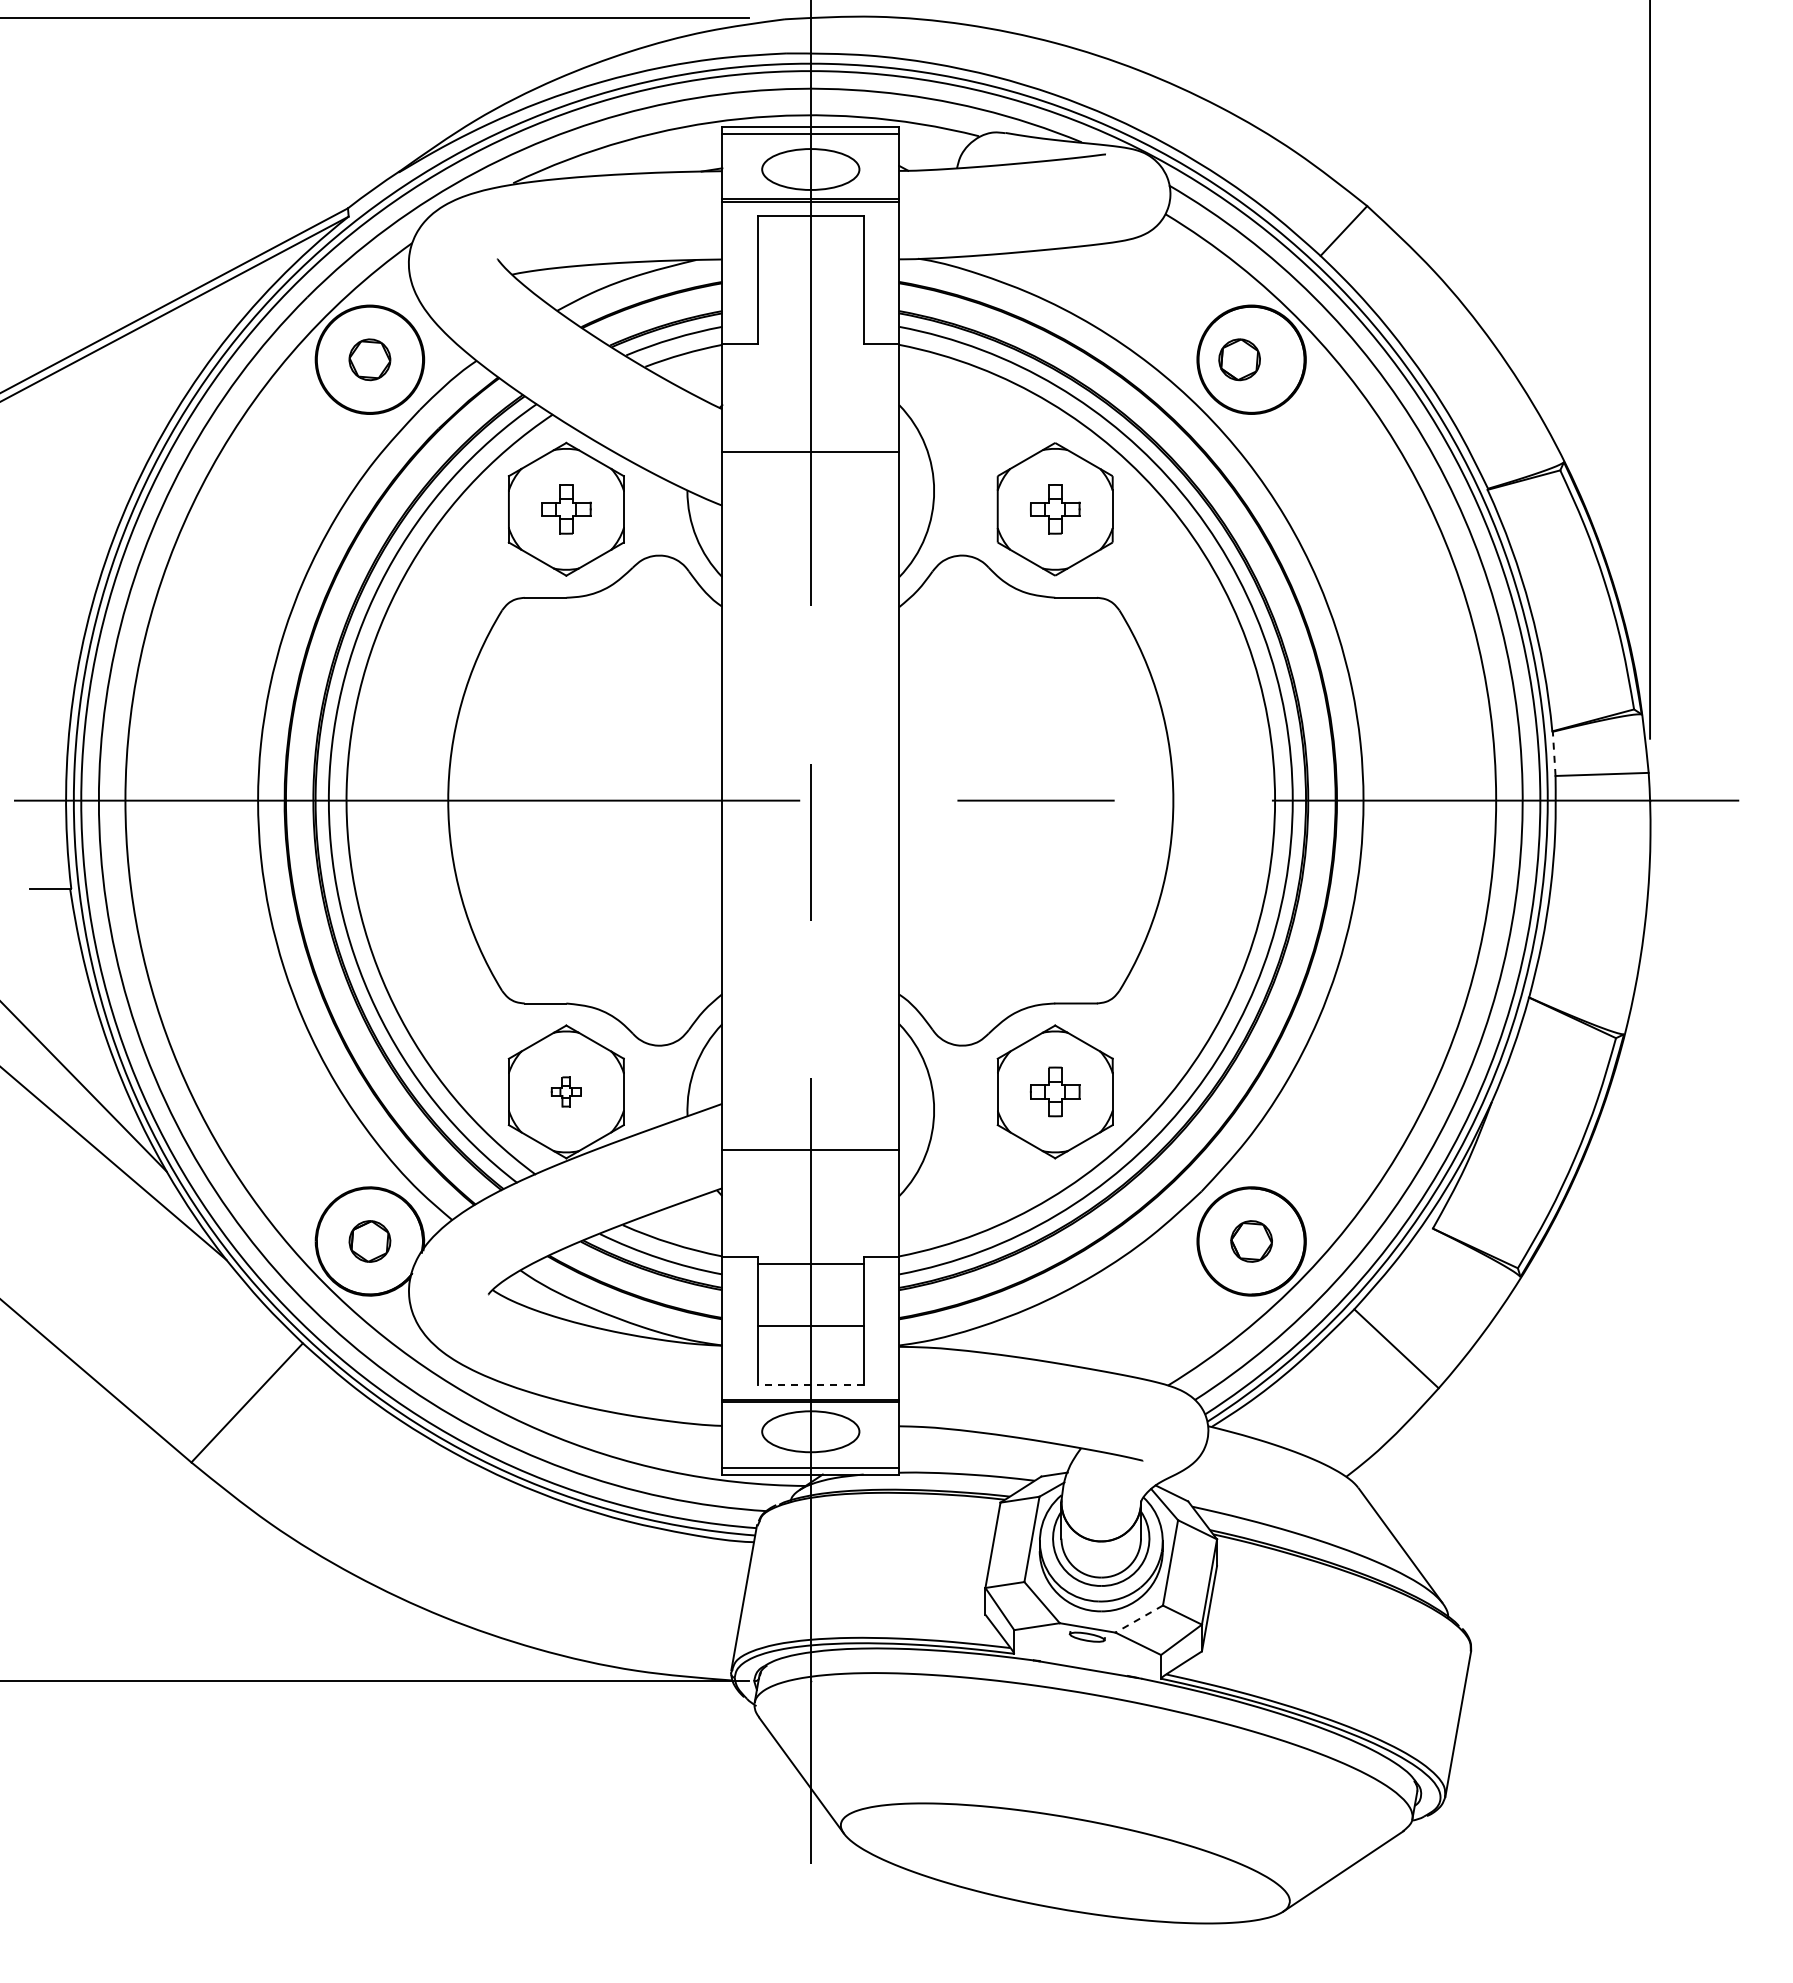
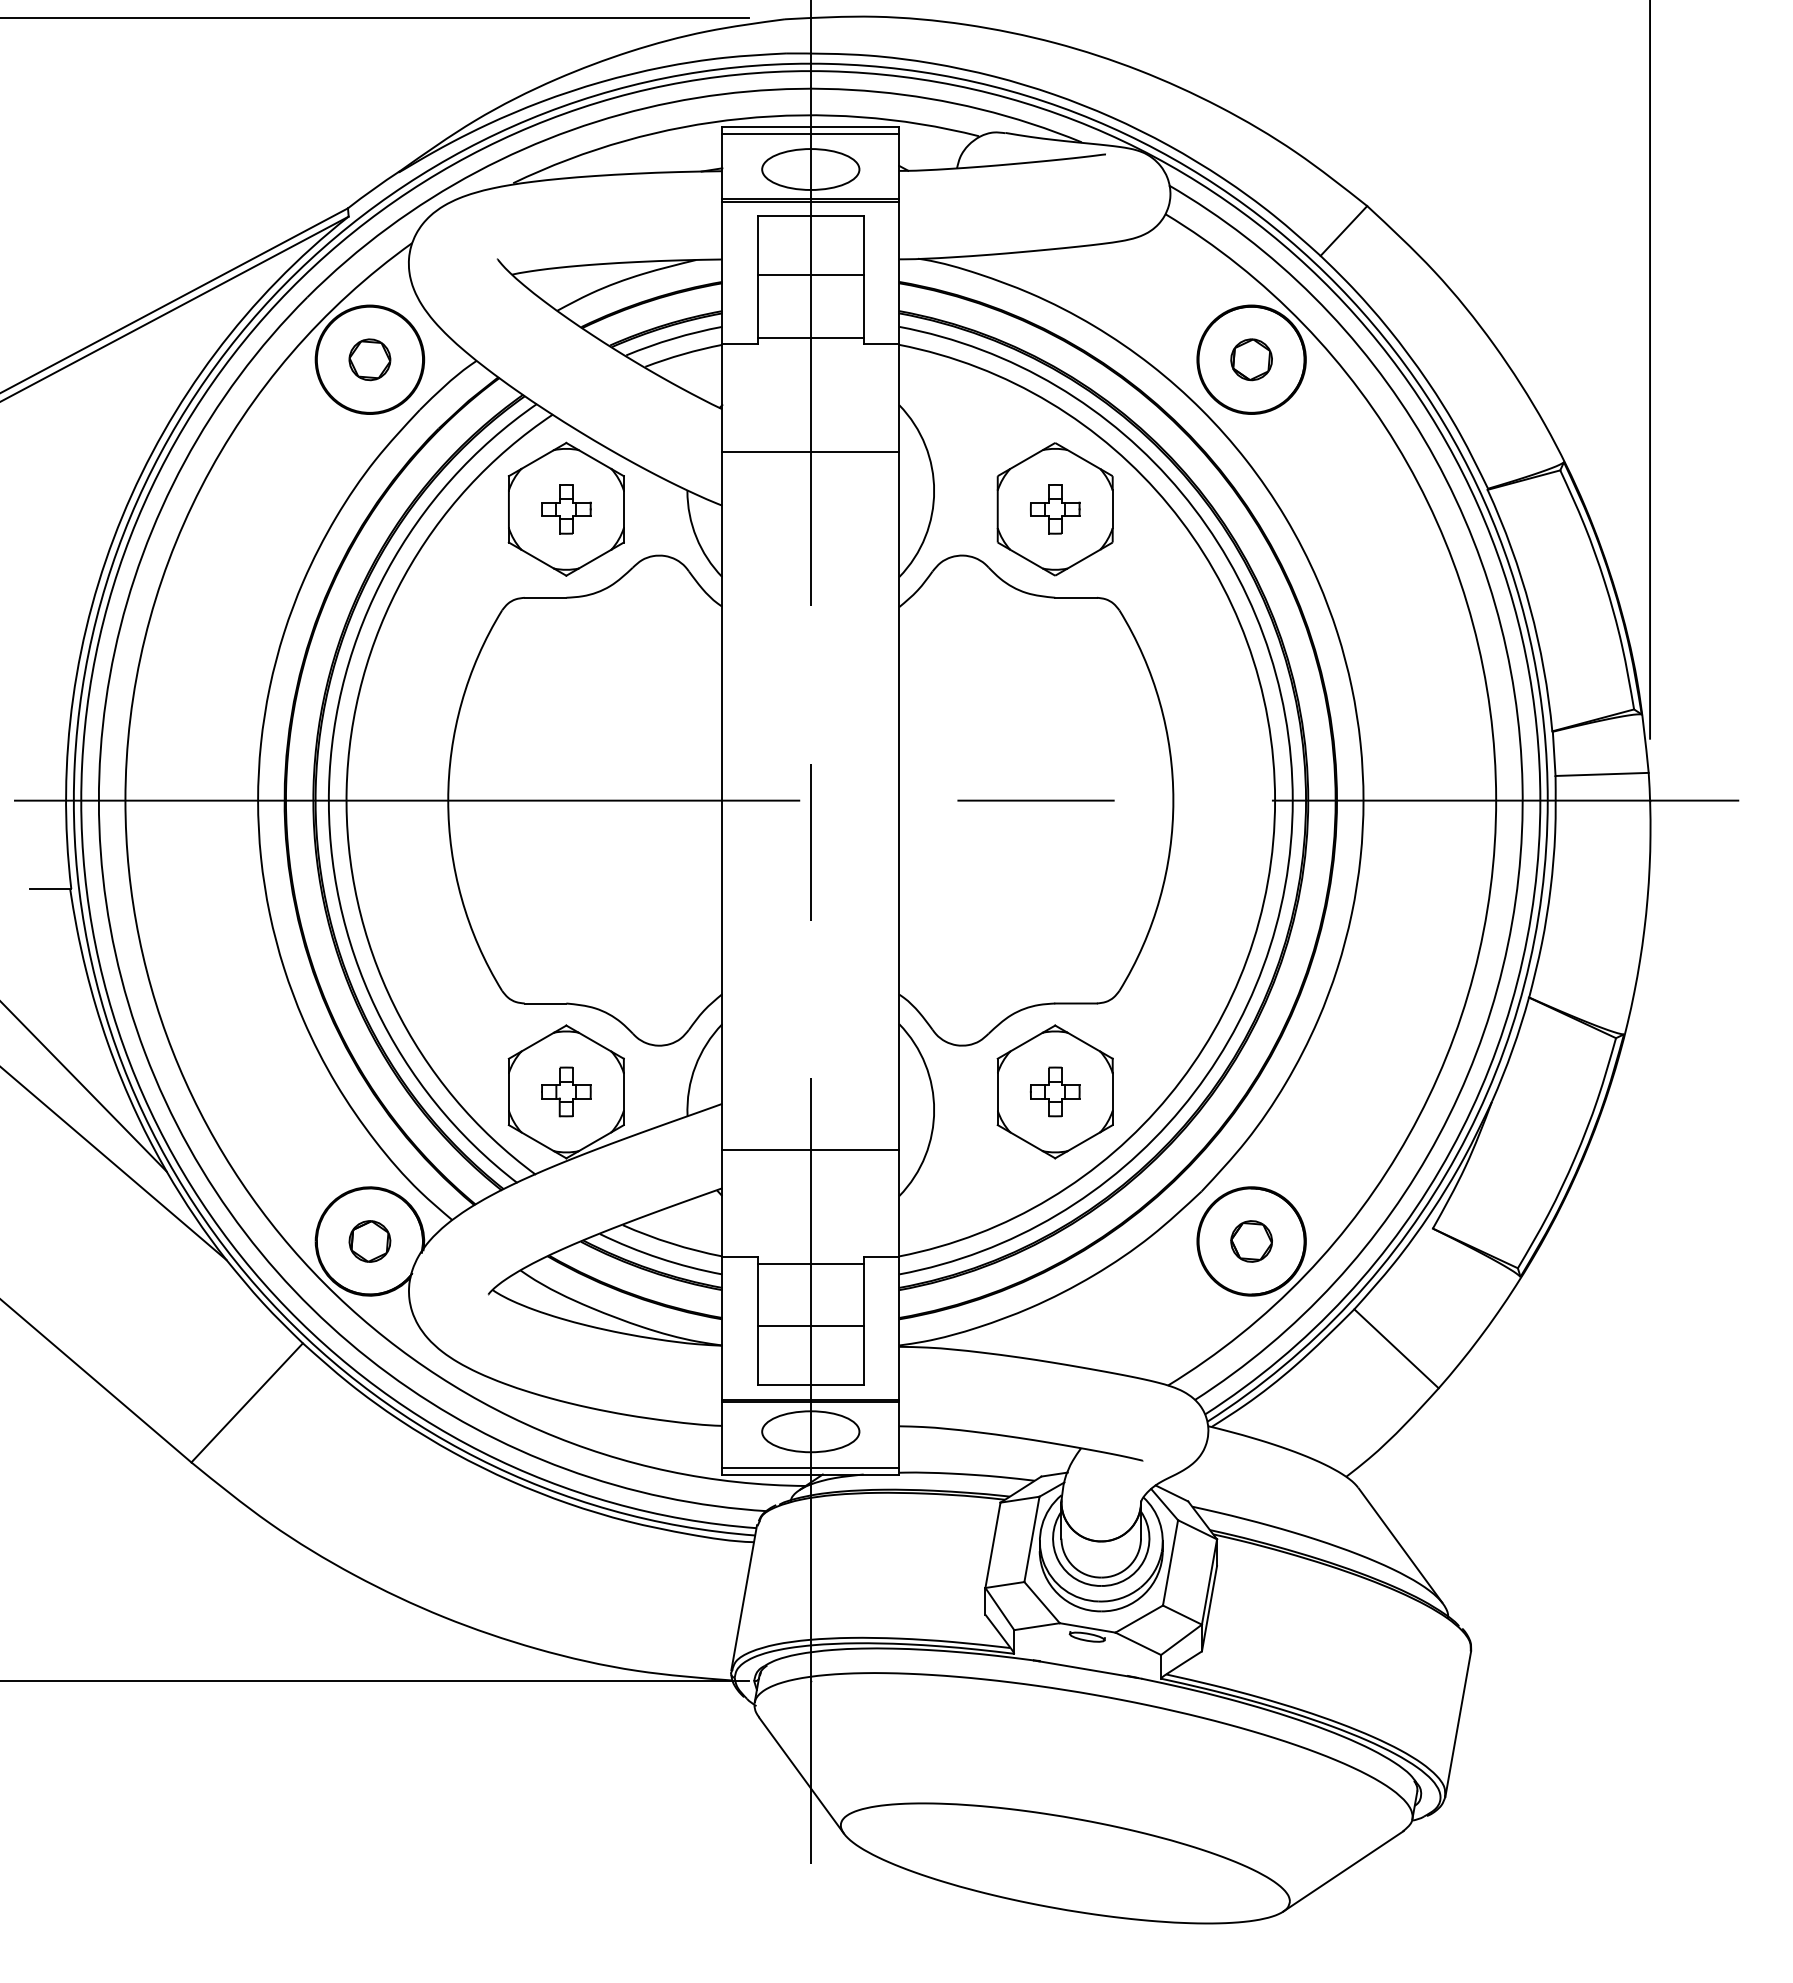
line at (810, 275): none -> present
line at (810, 337): none -> present
part at (1239, 359) position: (1239, 359) -> (1251, 359)
line at (1554, 753): dashed -> solid
part at (565, 1091) size: 32x32 px -> 51x52 px
line at (810, 1384): dashed -> solid
line at (1138, 1619): dashed -> solid
